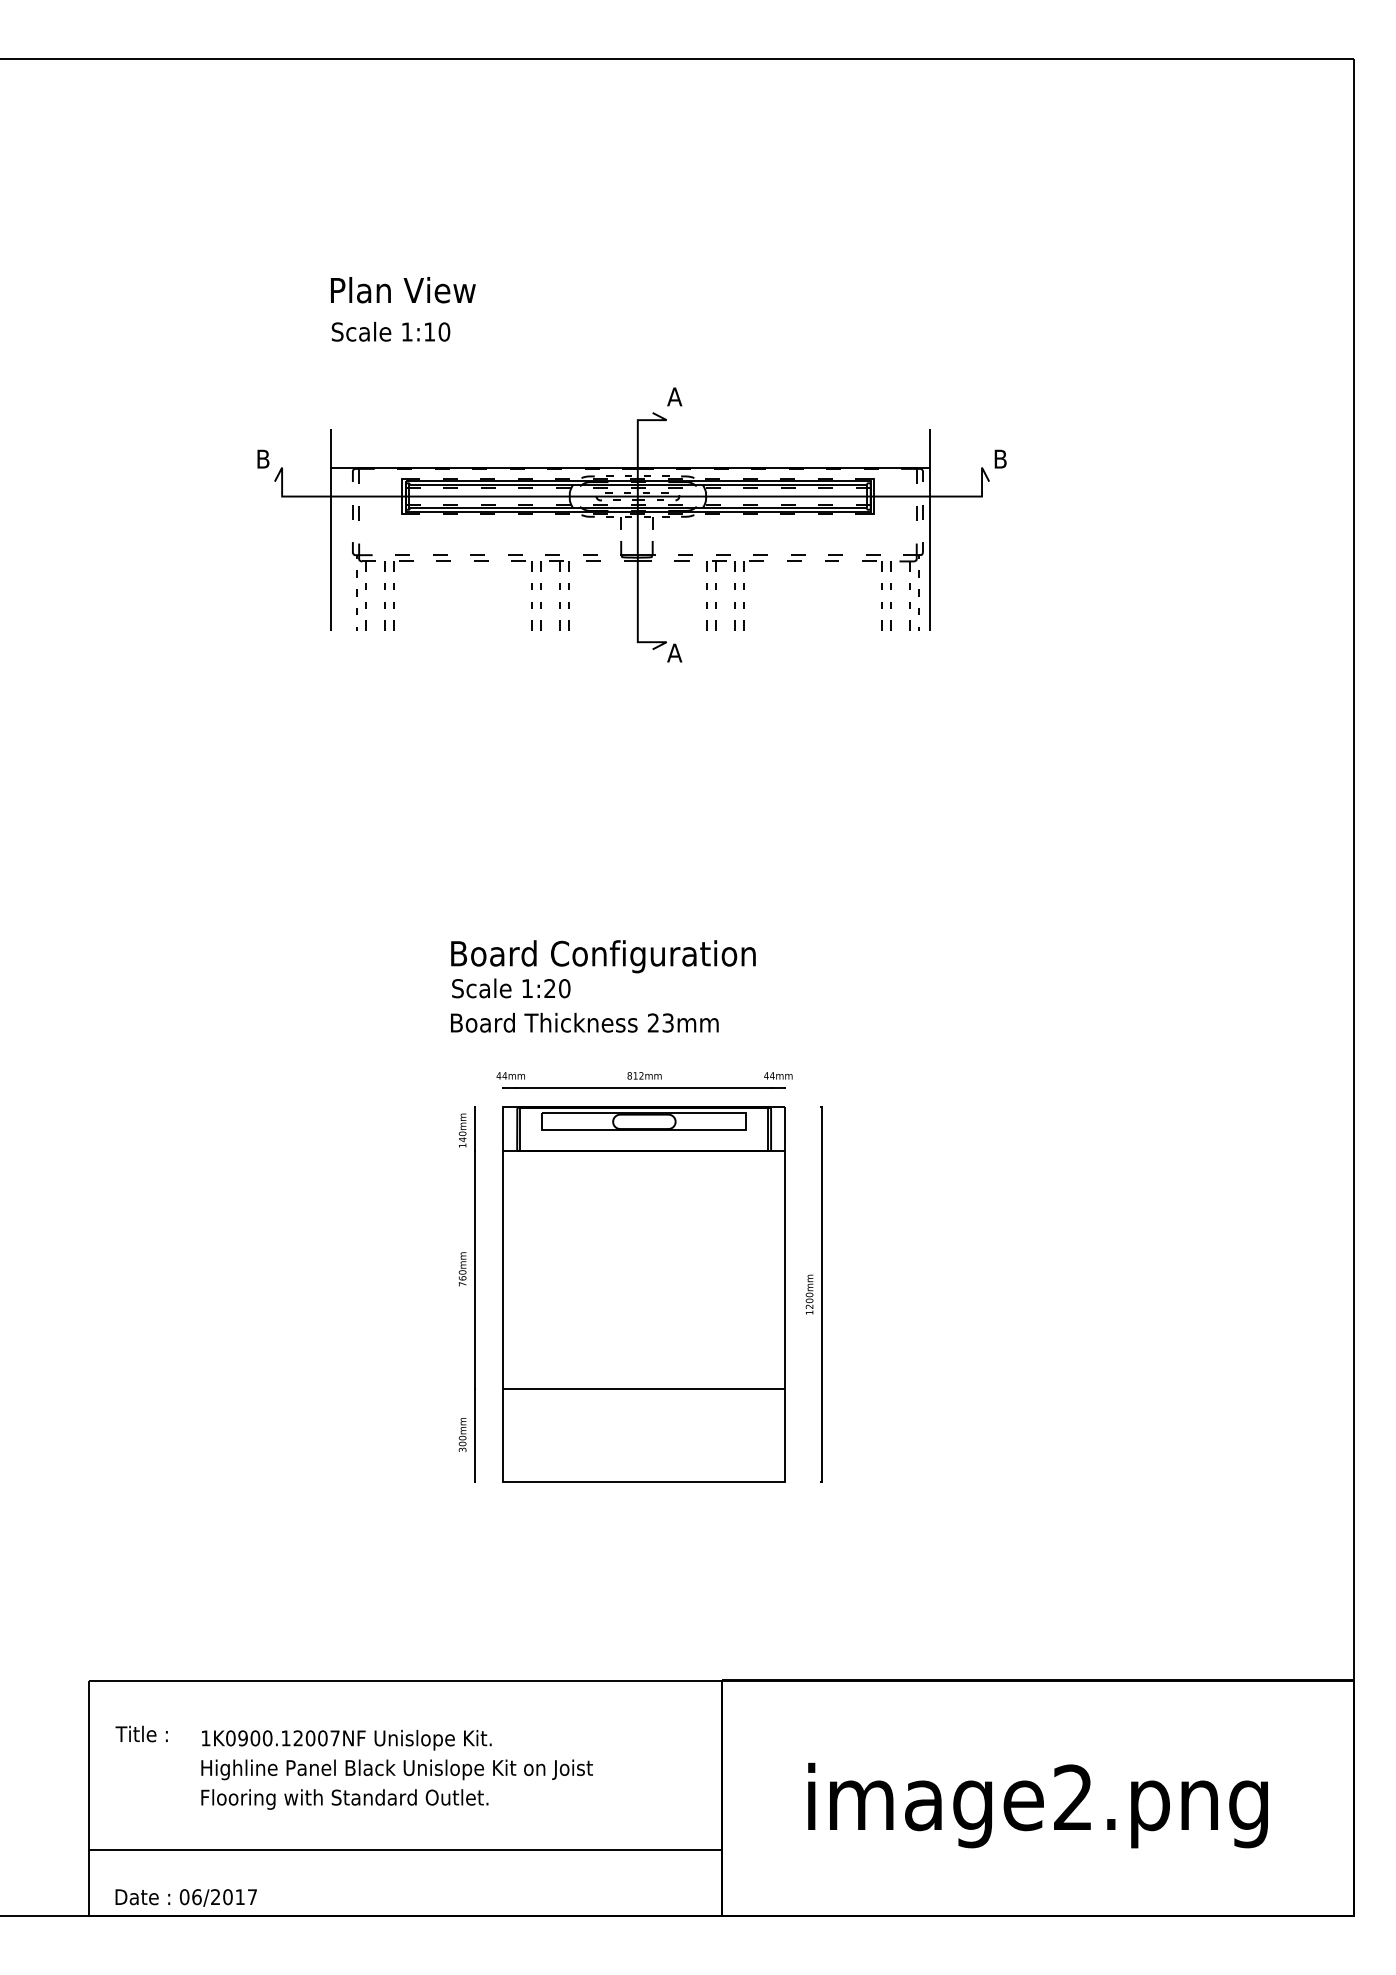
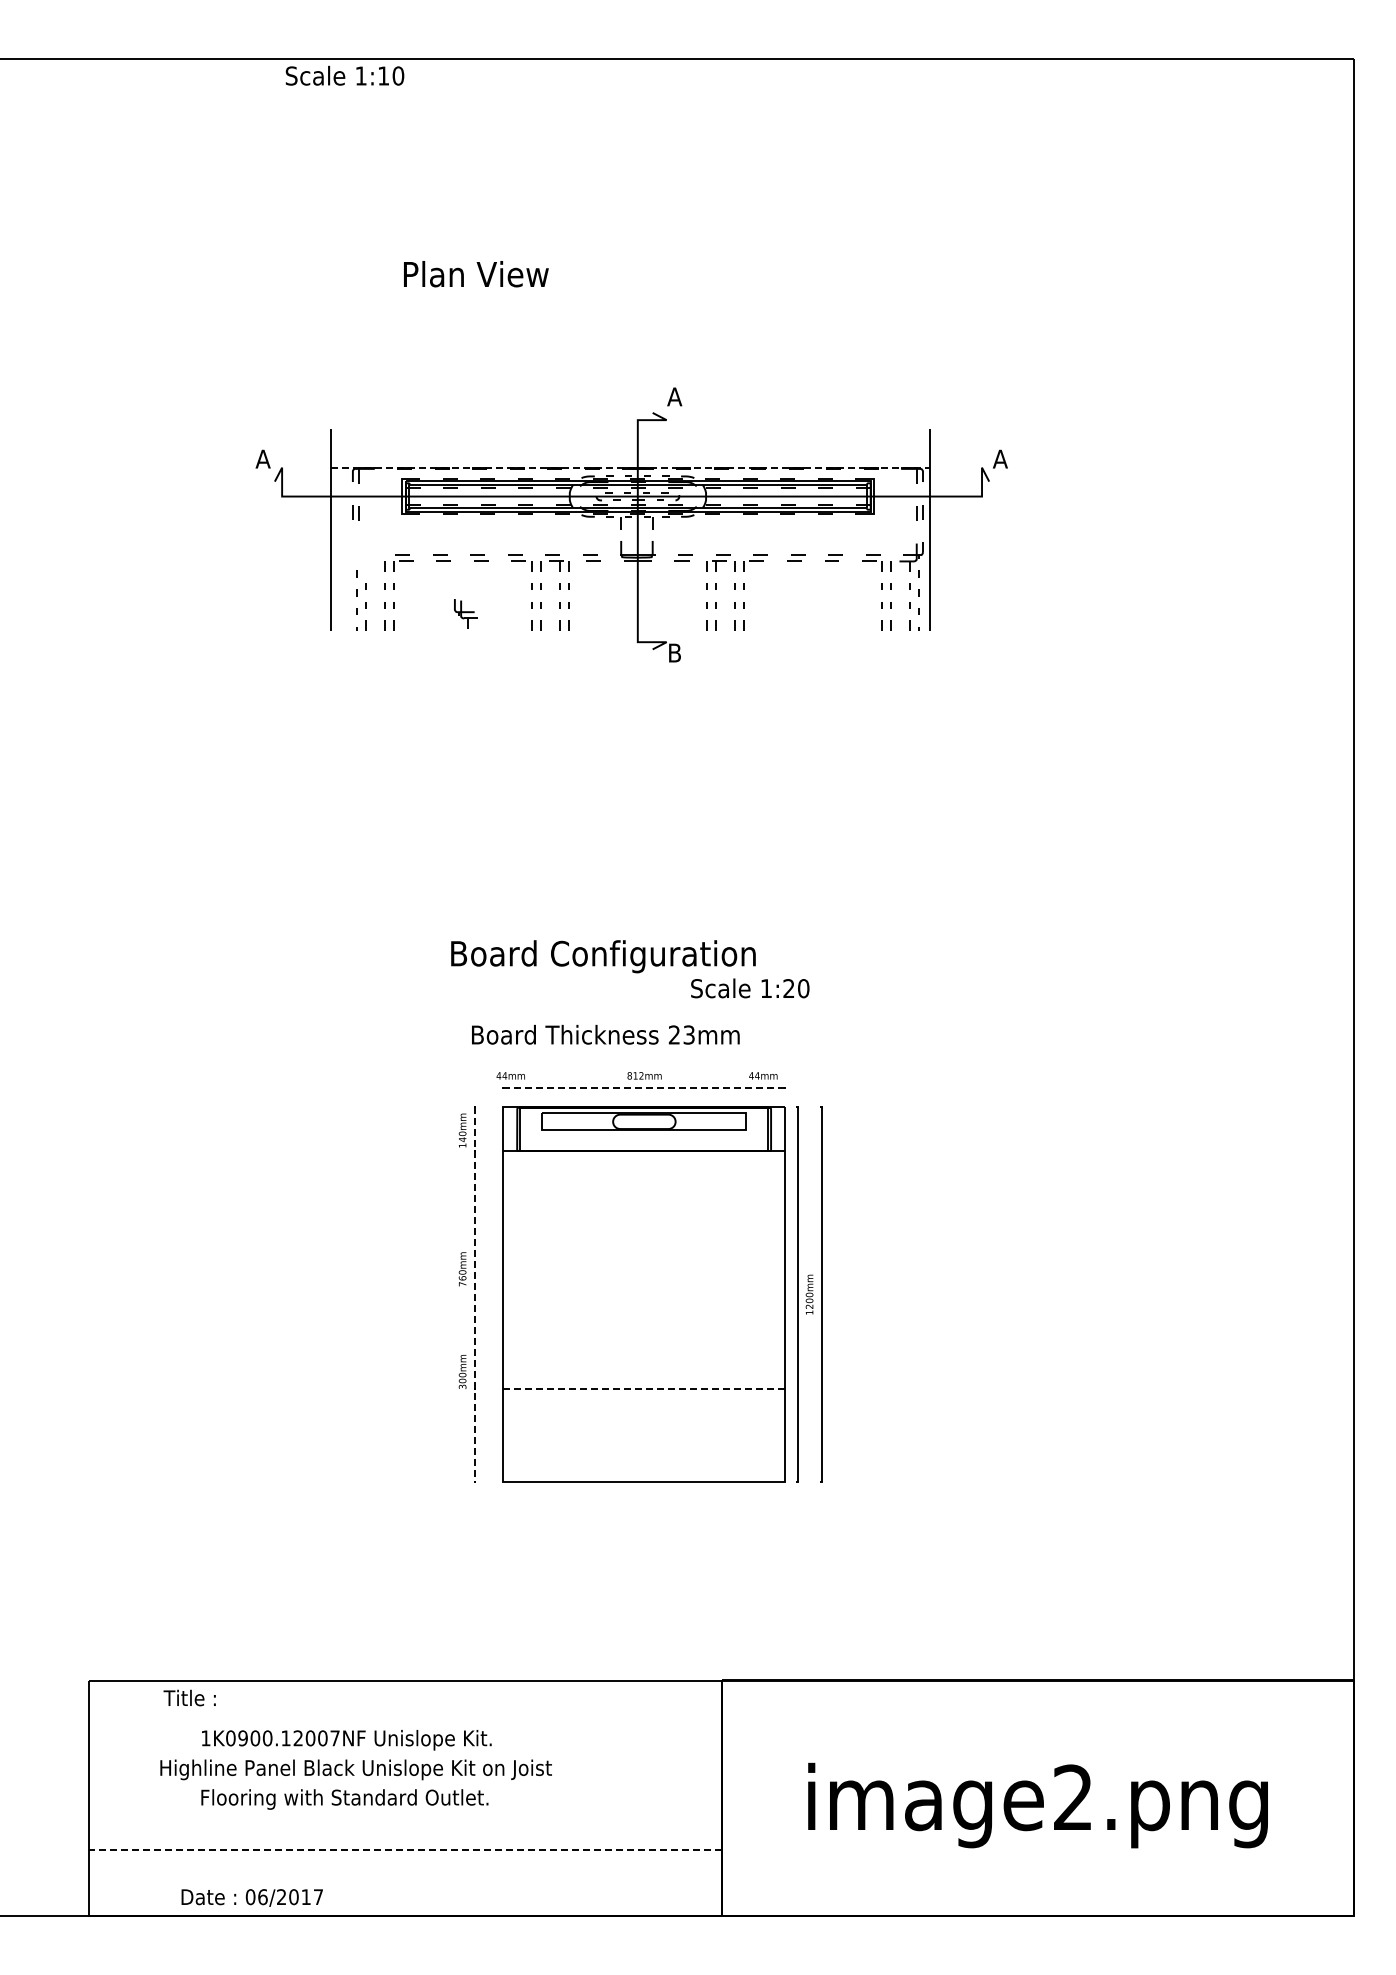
text at (403, 290) position: (403, 290) -> (476, 274)
text at (390, 331) position: (390, 331) -> (344, 75)
text at (262, 458): B -> A
text at (999, 458): B -> A
line at (630, 467): solid -> dashed
part at (363, 556) position: (363, 556) -> (465, 613)
text at (674, 652): A -> B
text at (511, 988) position: (511, 988) -> (750, 988)
text at (584, 1022) position: (584, 1022) -> (605, 1034)
text at (778, 1075) position: (778, 1075) -> (763, 1075)
line at (644, 1088): solid -> dashed
line at (474, 1294): solid -> dashed
line at (797, 1294): none -> present
line at (644, 1388): solid -> dashed
text at (462, 1434) position: (462, 1434) -> (462, 1371)
text at (141, 1733) position: (141, 1733) -> (189, 1697)
text at (396, 1769) position: (396, 1769) -> (355, 1769)
line at (404, 1849): solid -> dashed
text at (185, 1897) position: (185, 1897) -> (251, 1897)
